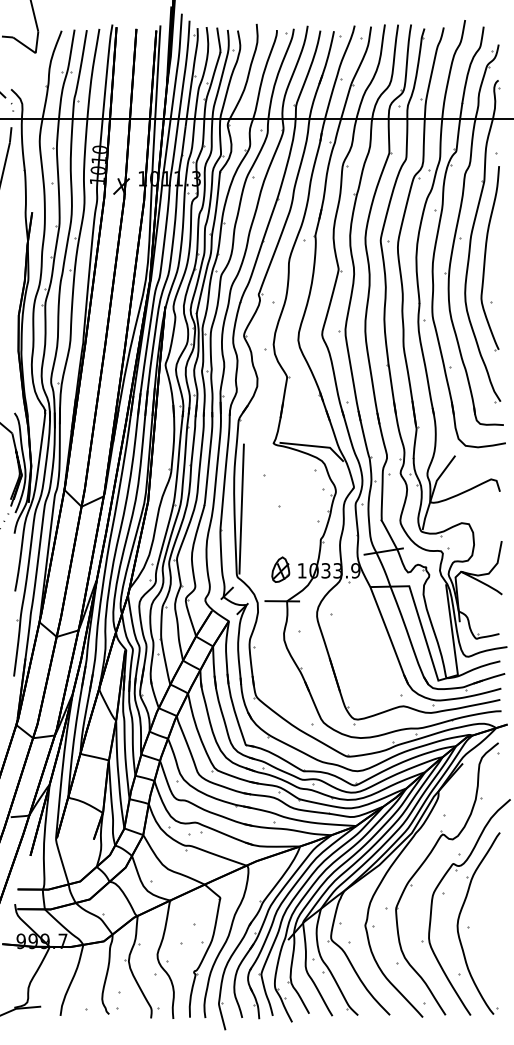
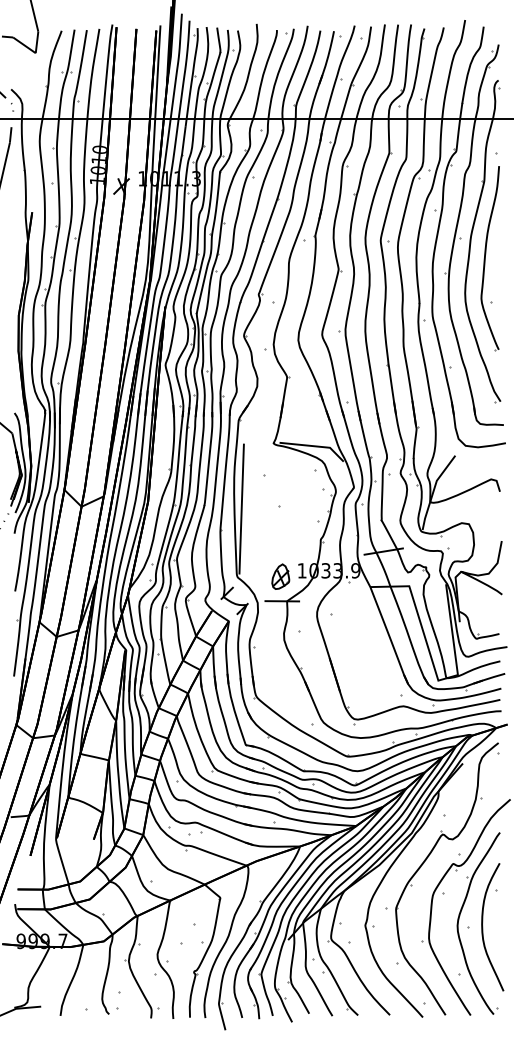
part at (280, 569) position: (280, 569) -> (280, 576)
part at (483, 927): none -> present
